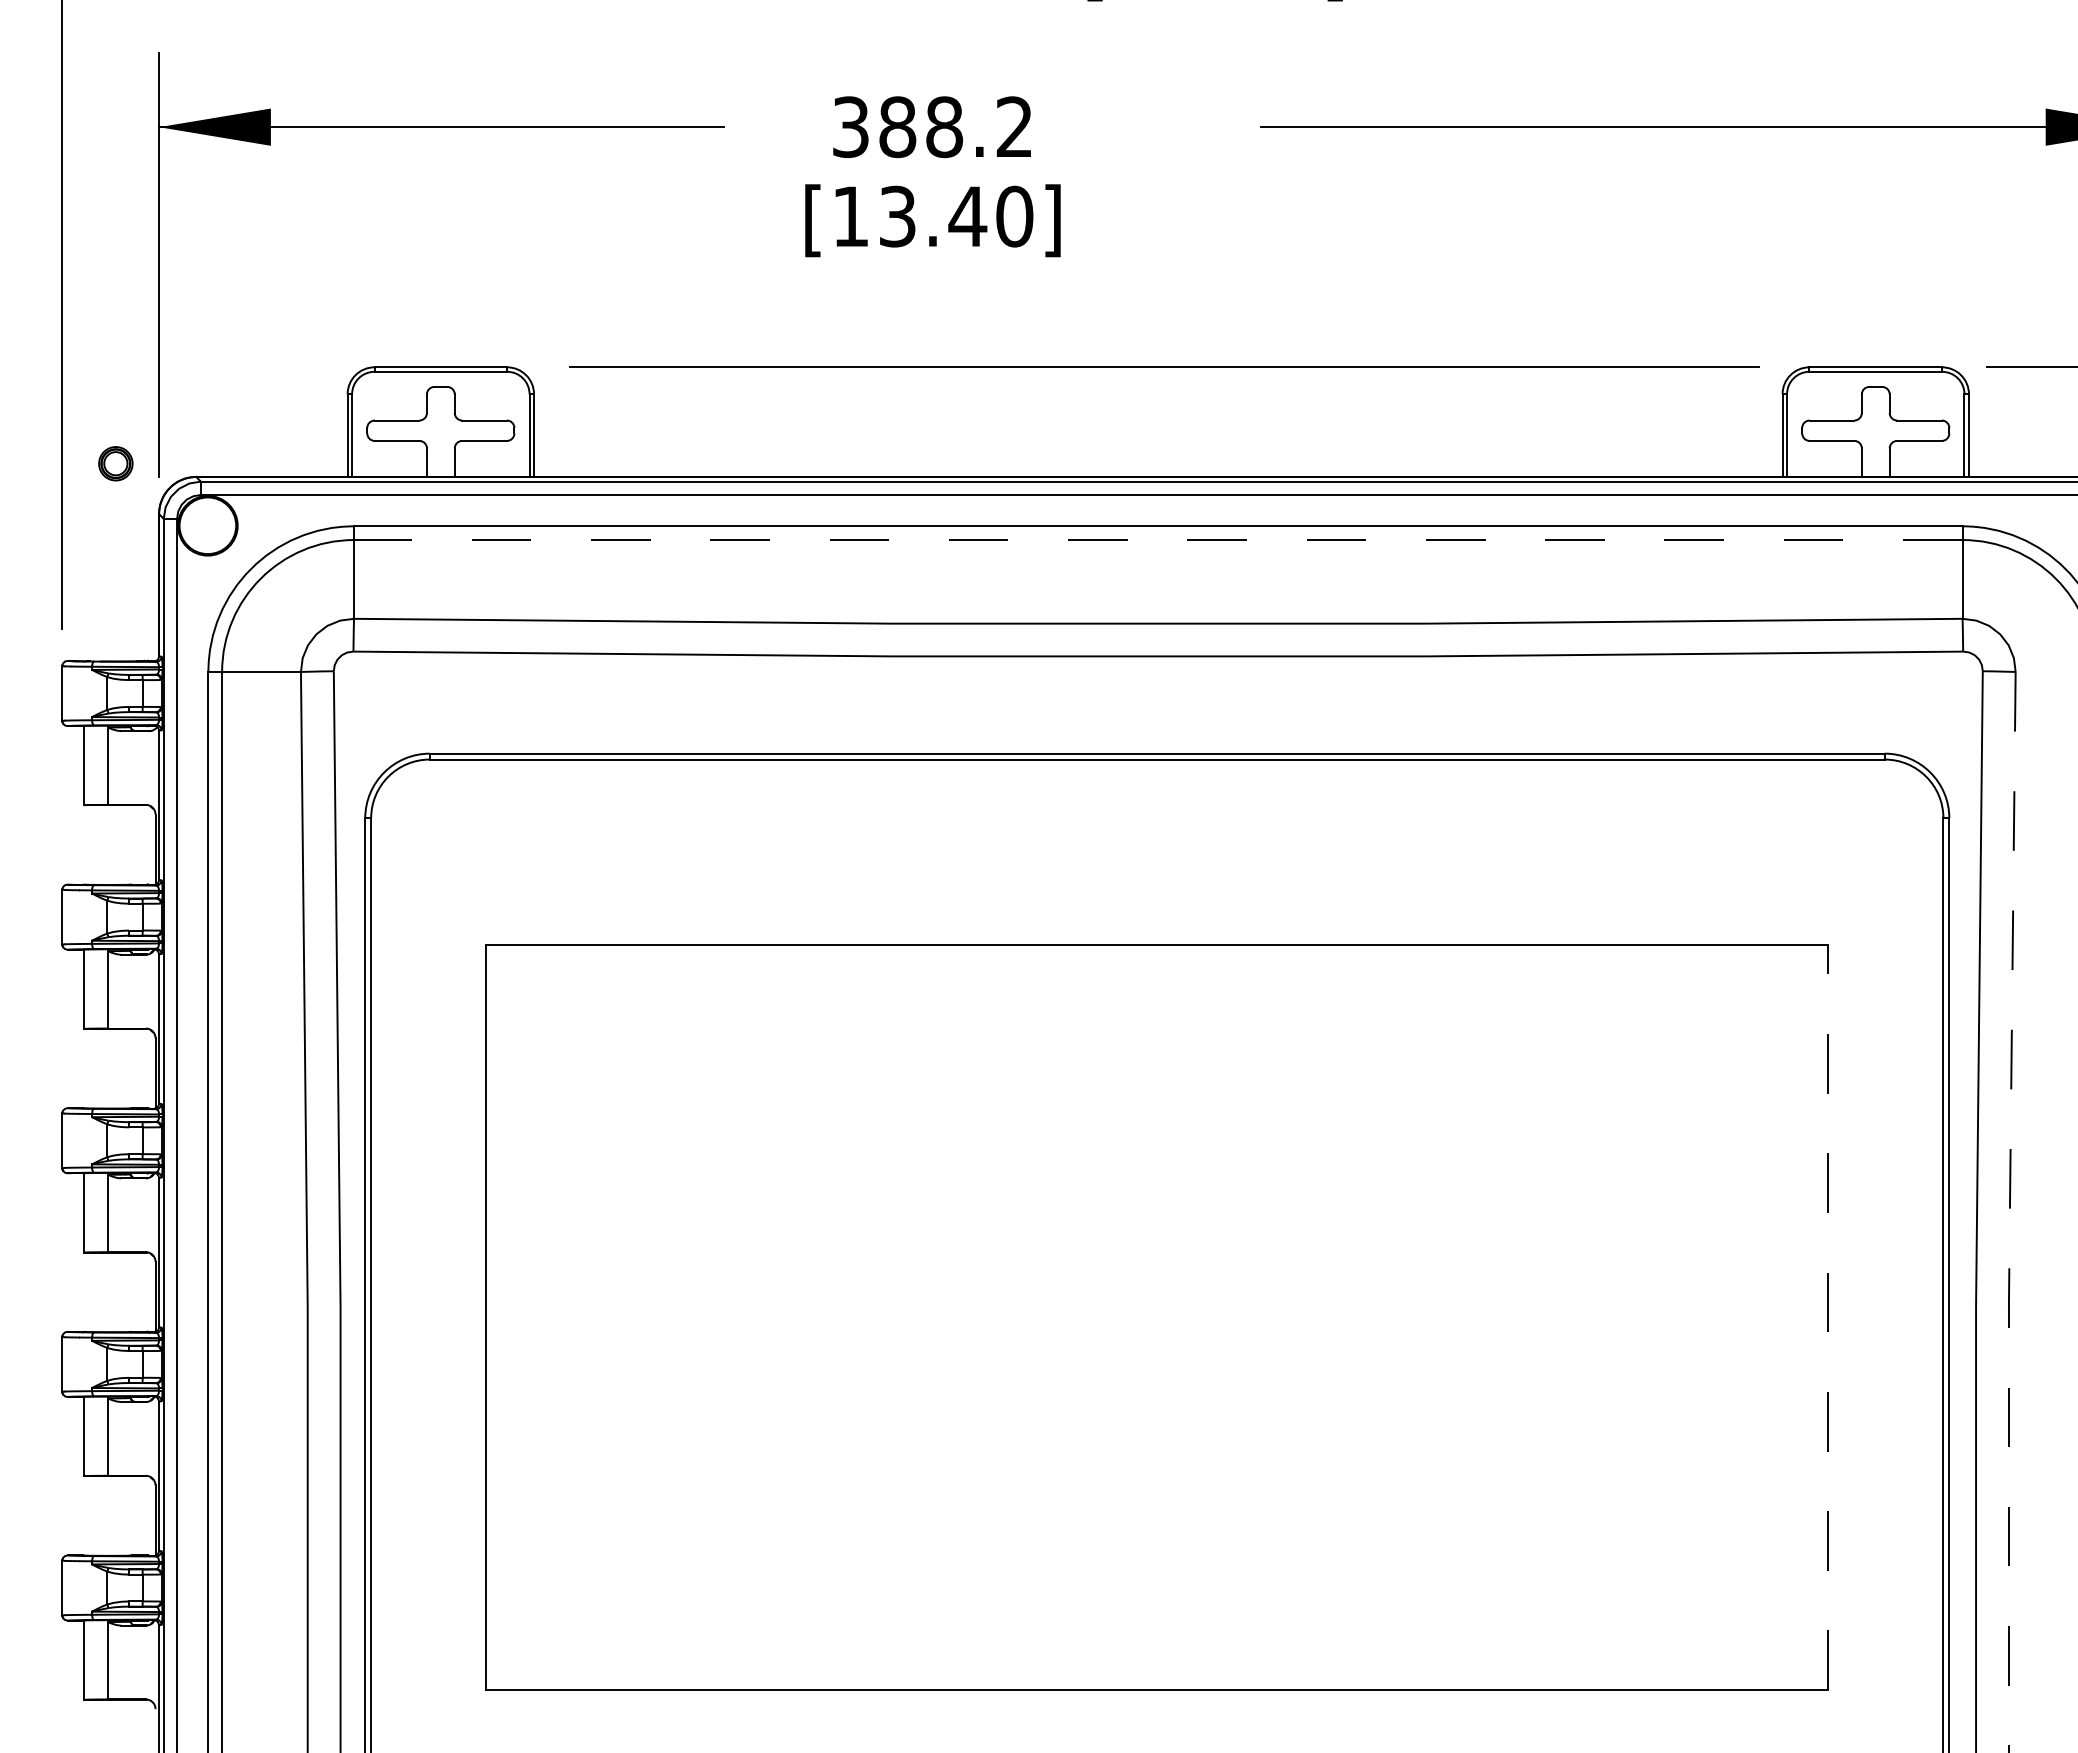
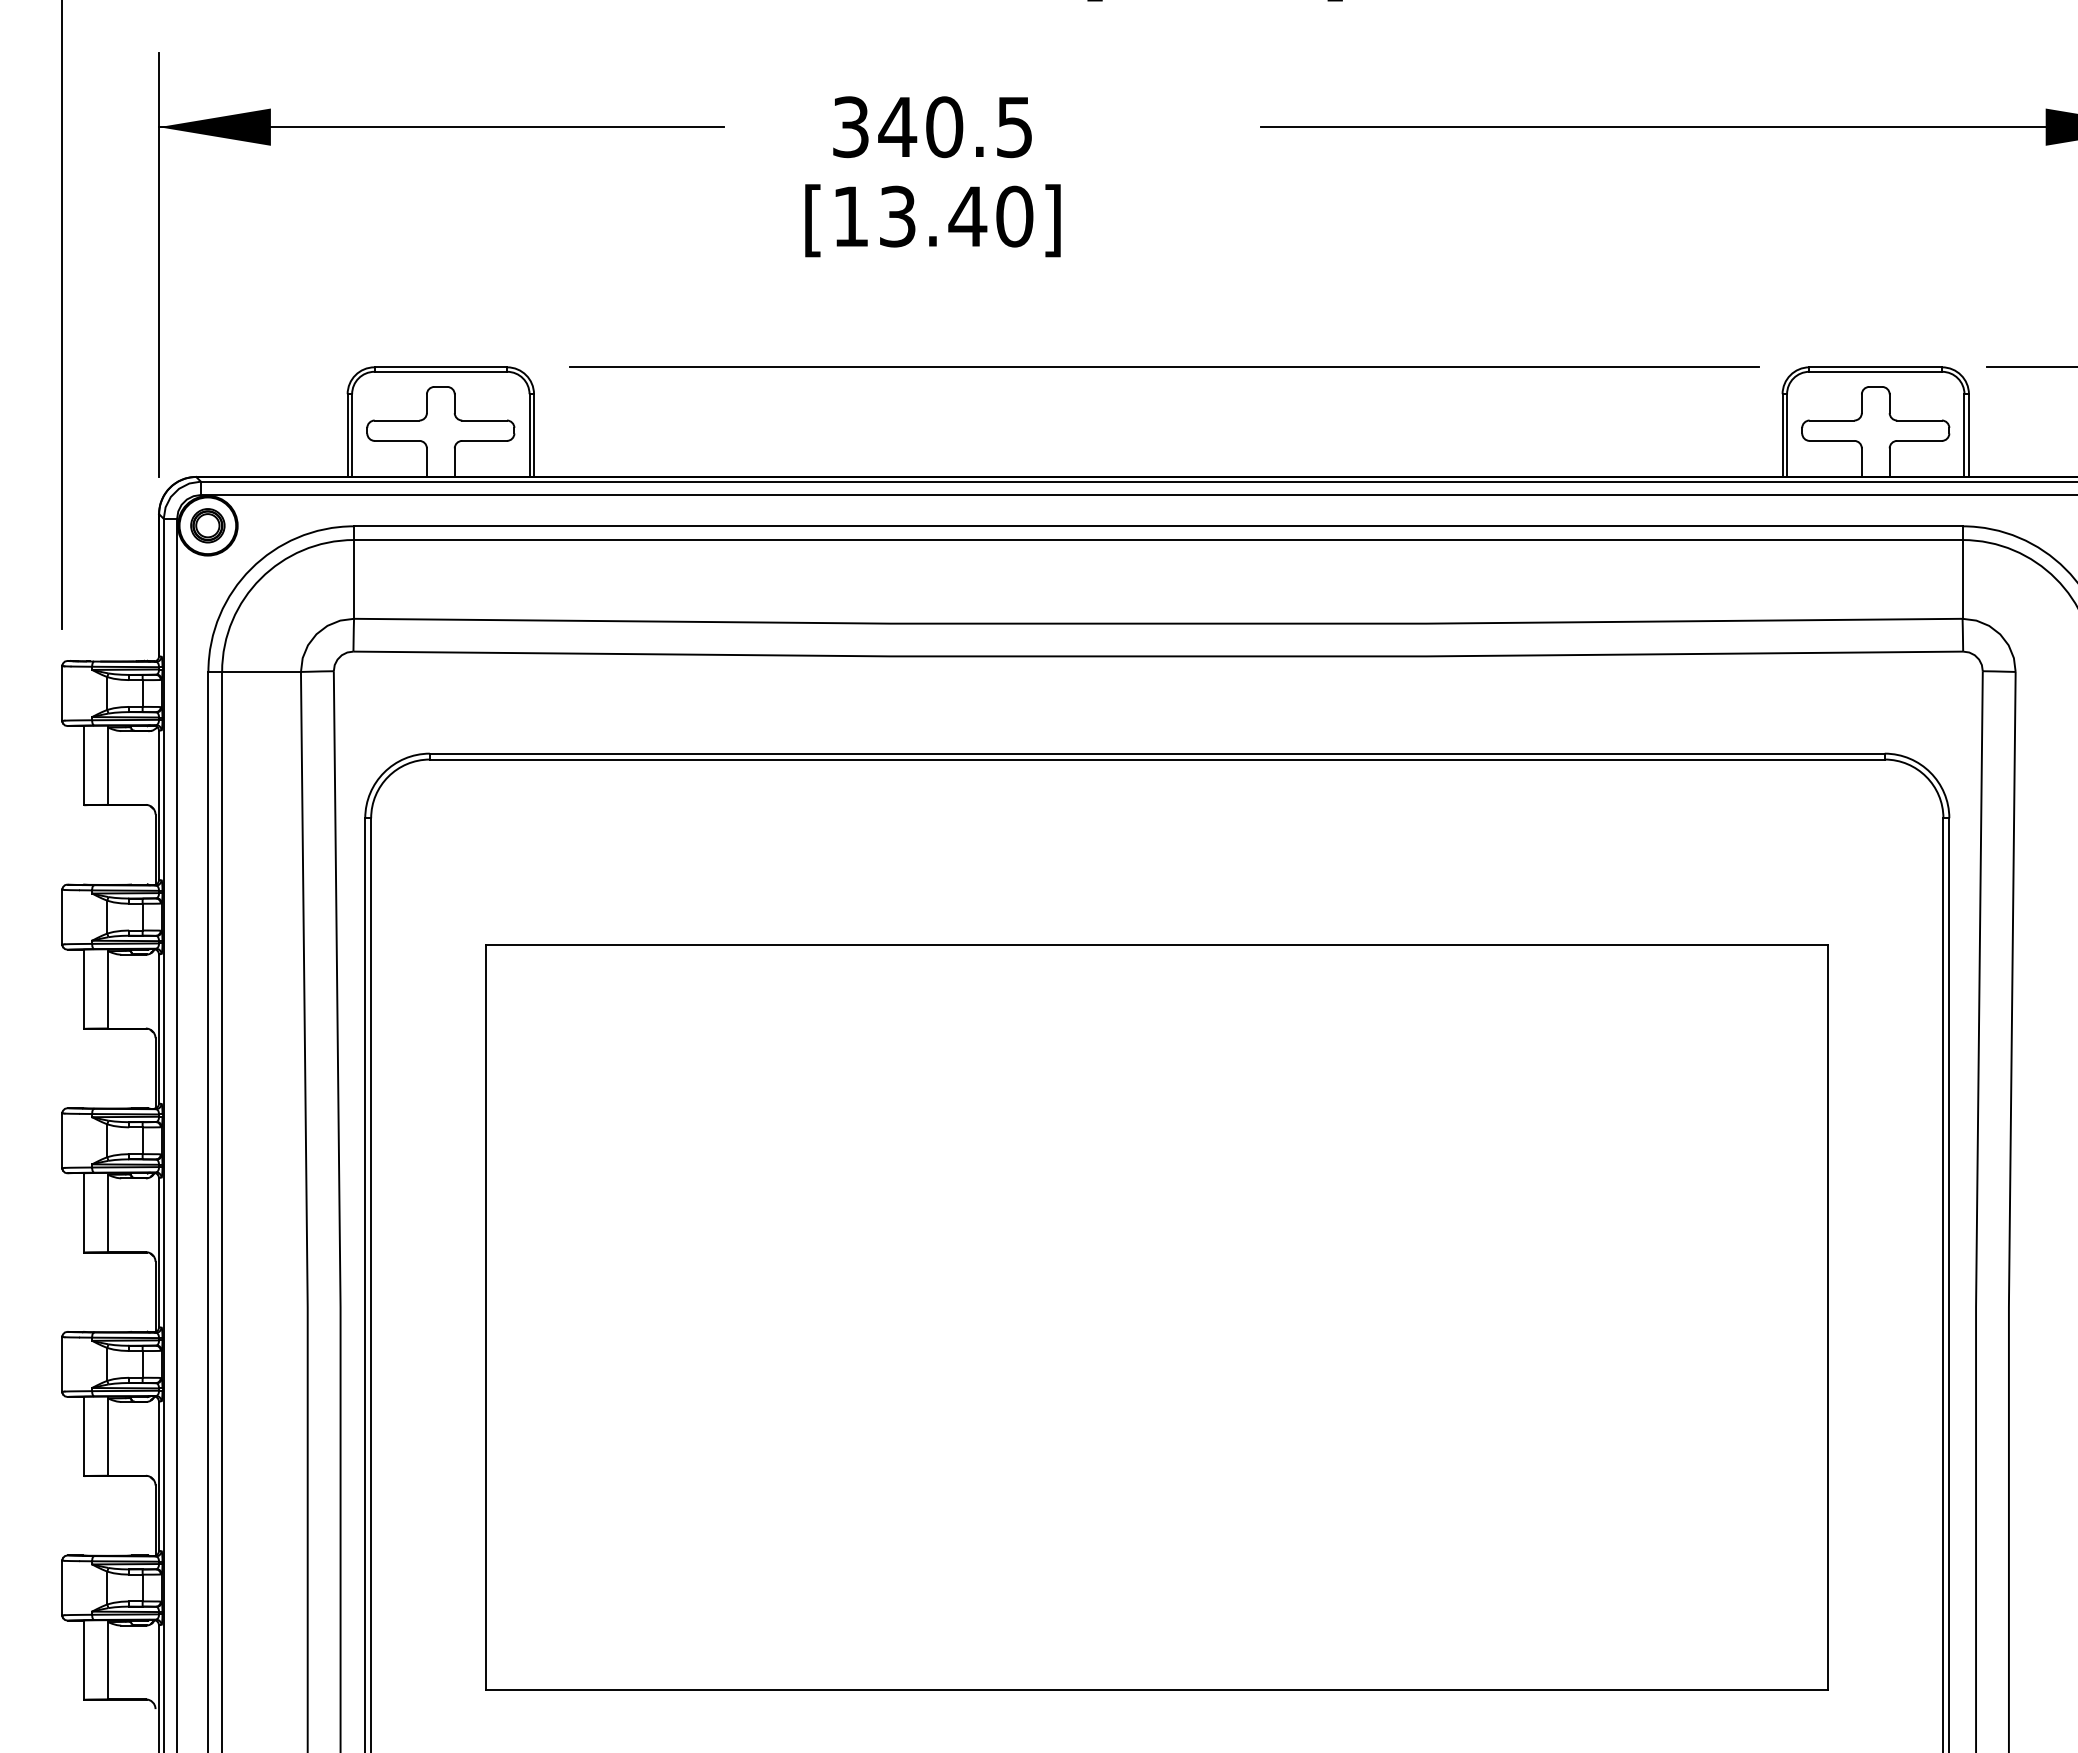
text at (954, 127): 388.2 -> 340.5
part at (115, 463) position: (115, 463) -> (207, 525)
line at (1157, 540): dashed -> solid
line at (2009, 1212): dashed -> solid
line at (1828, 1317): dashed -> solid
